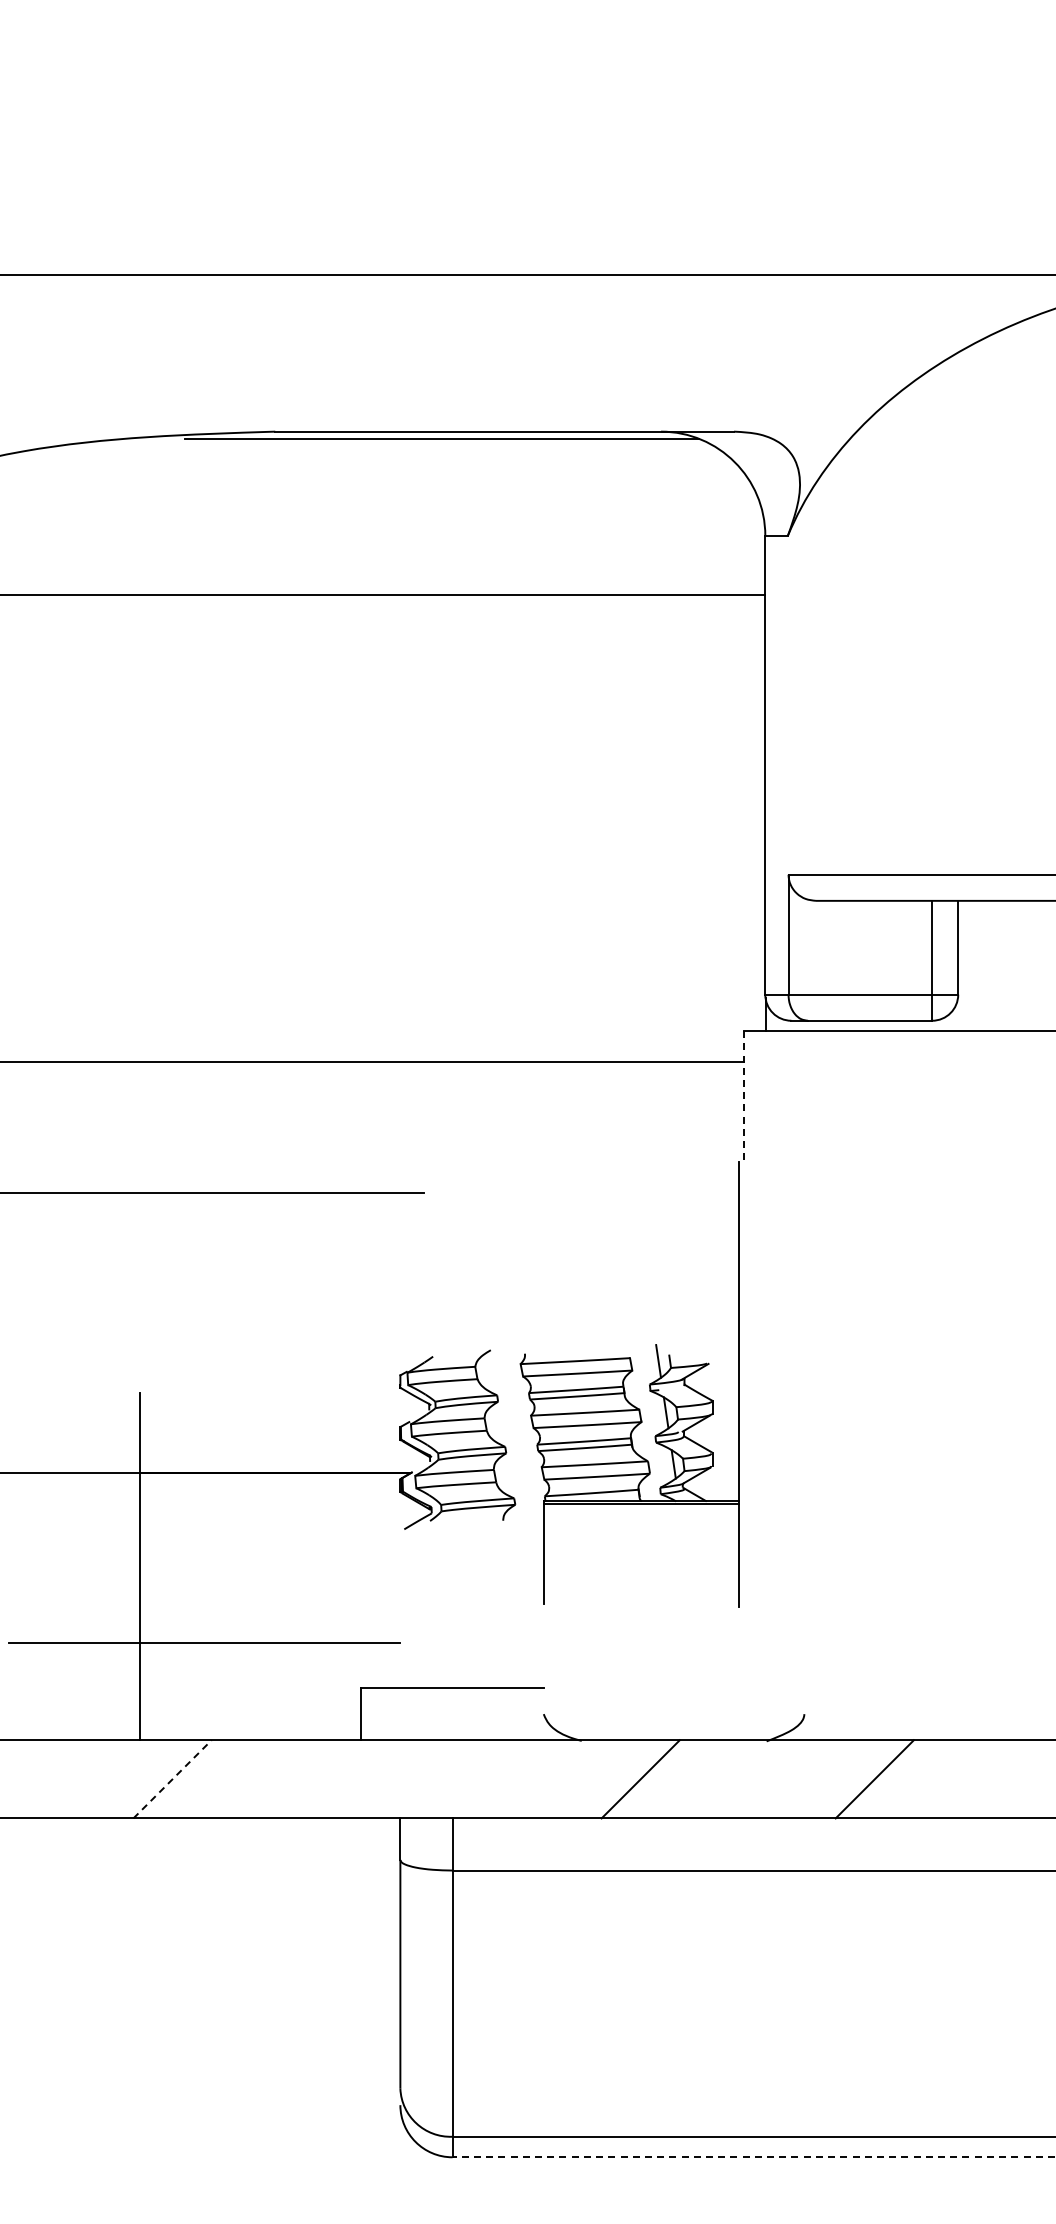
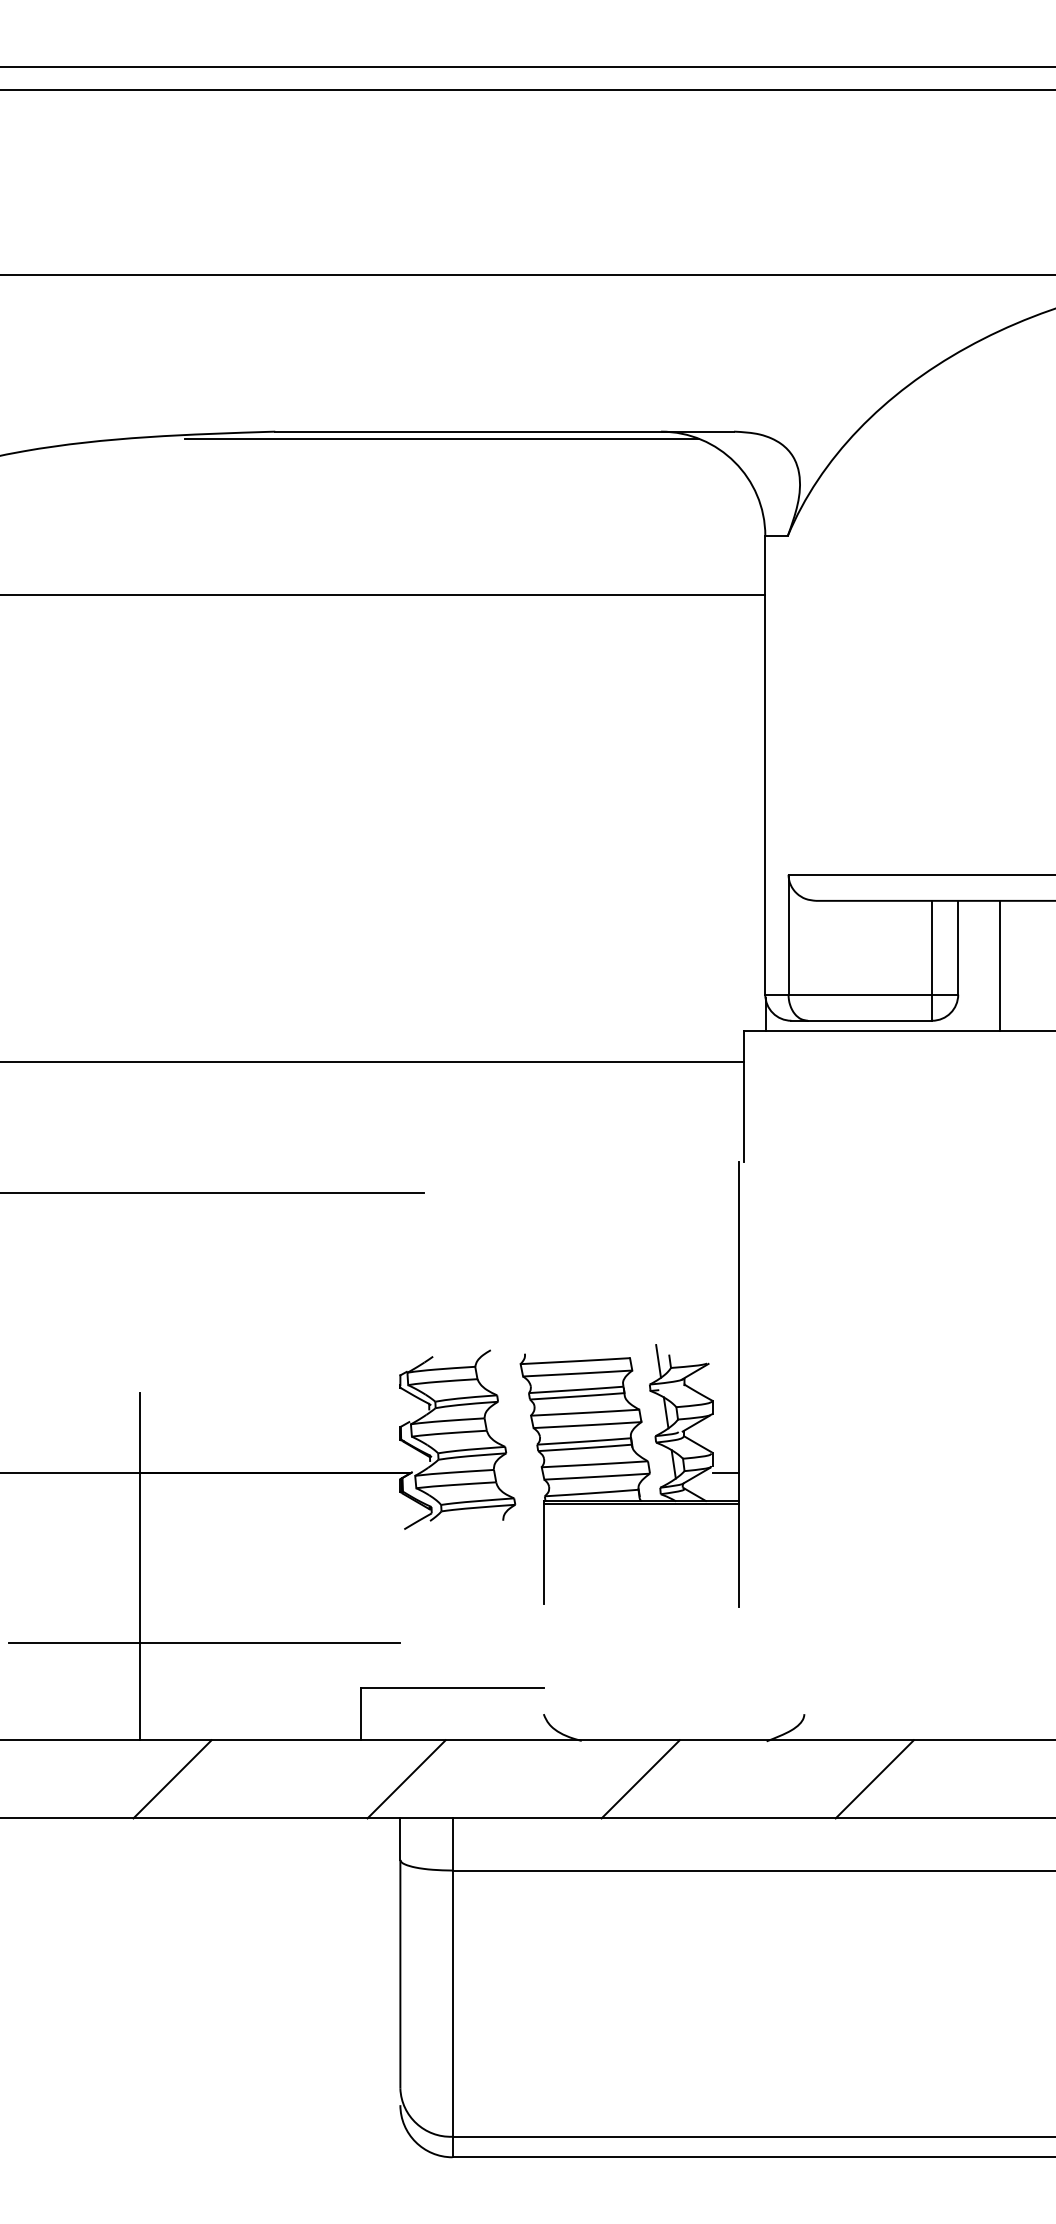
line at (527, 66): none -> present
line at (527, 89): none -> present
line at (999, 965): none -> present
line at (744, 1096): dashed -> solid
line at (725, 1473): none -> present
line at (172, 1778): dashed -> solid
line at (406, 1779): none -> present
line at (753, 2157): dashed -> solid
